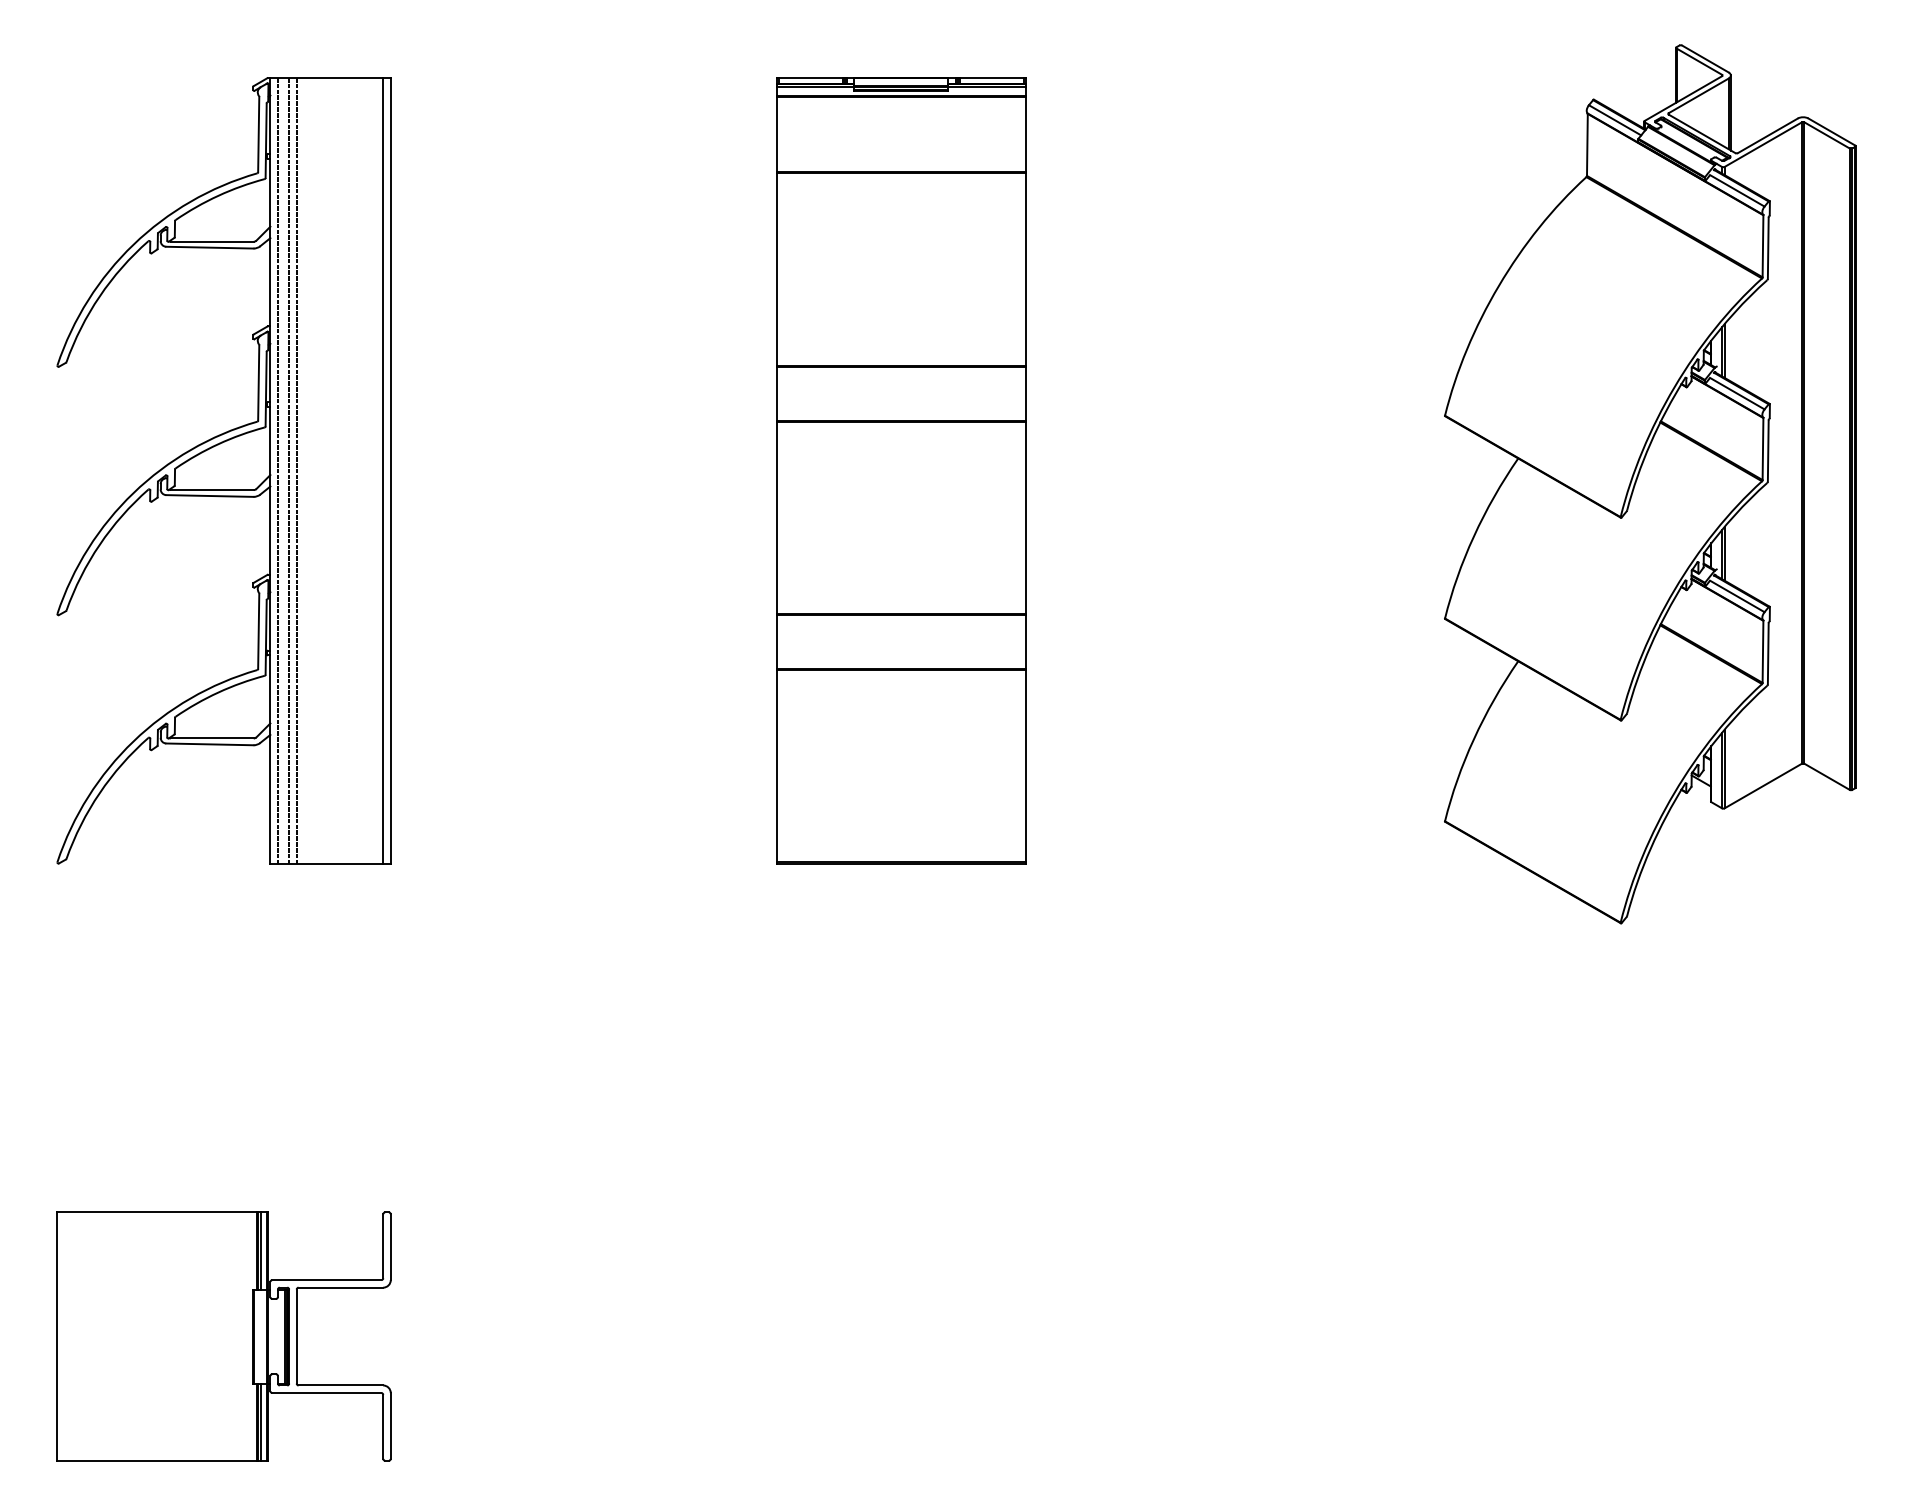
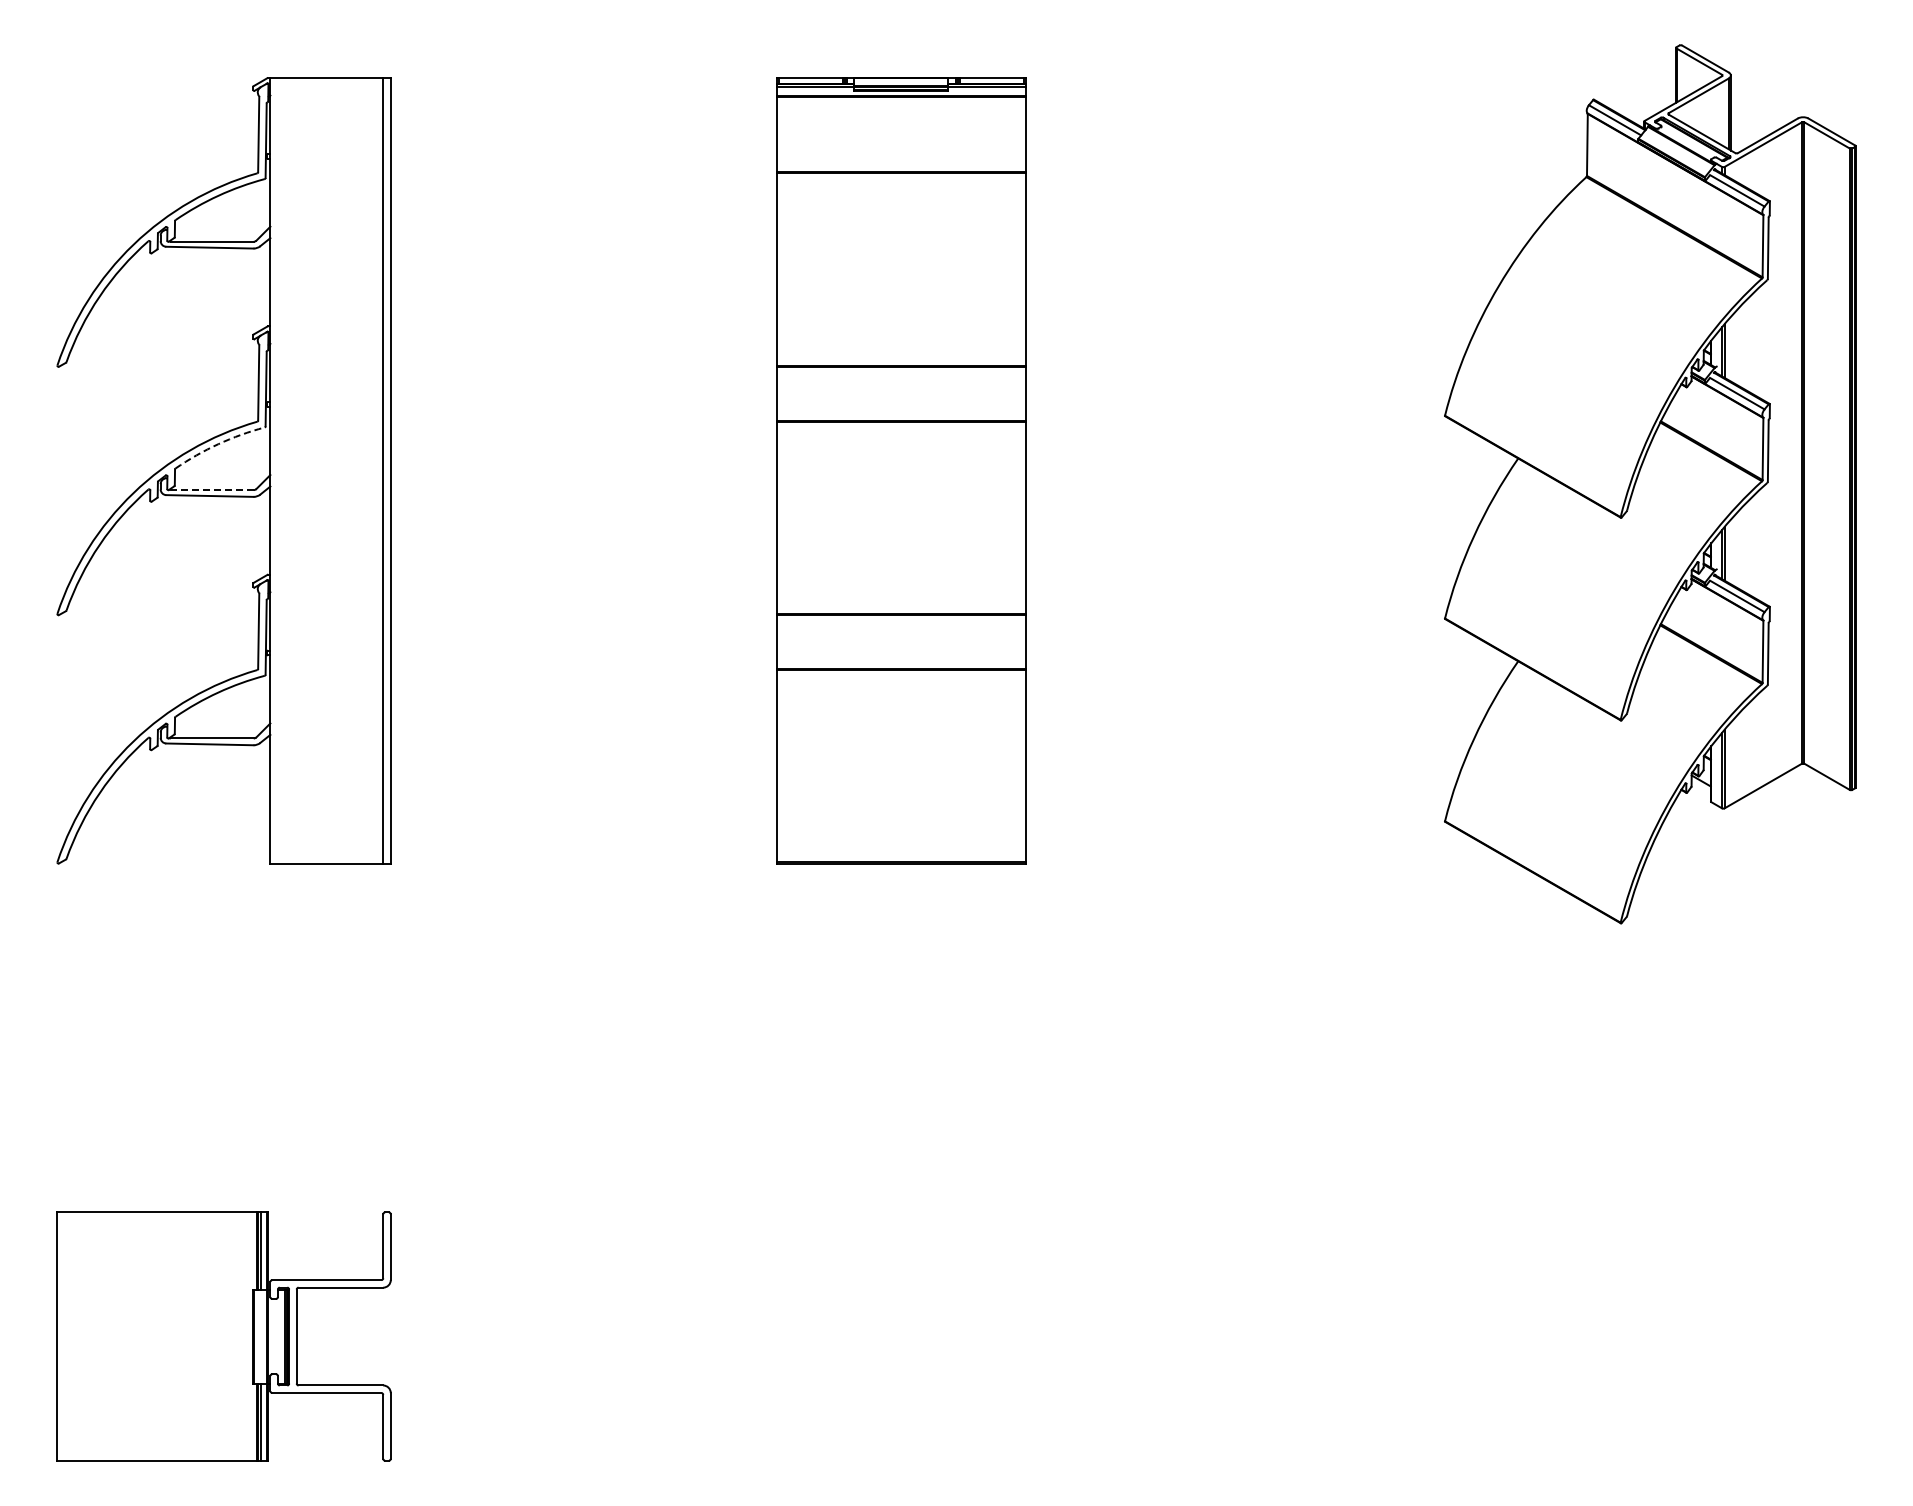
arc at (218, 444): solid -> dashed
line at (277, 470): present -> none
line at (289, 470): present -> none
line at (296, 470): present -> none
line at (211, 490): solid -> dashed
